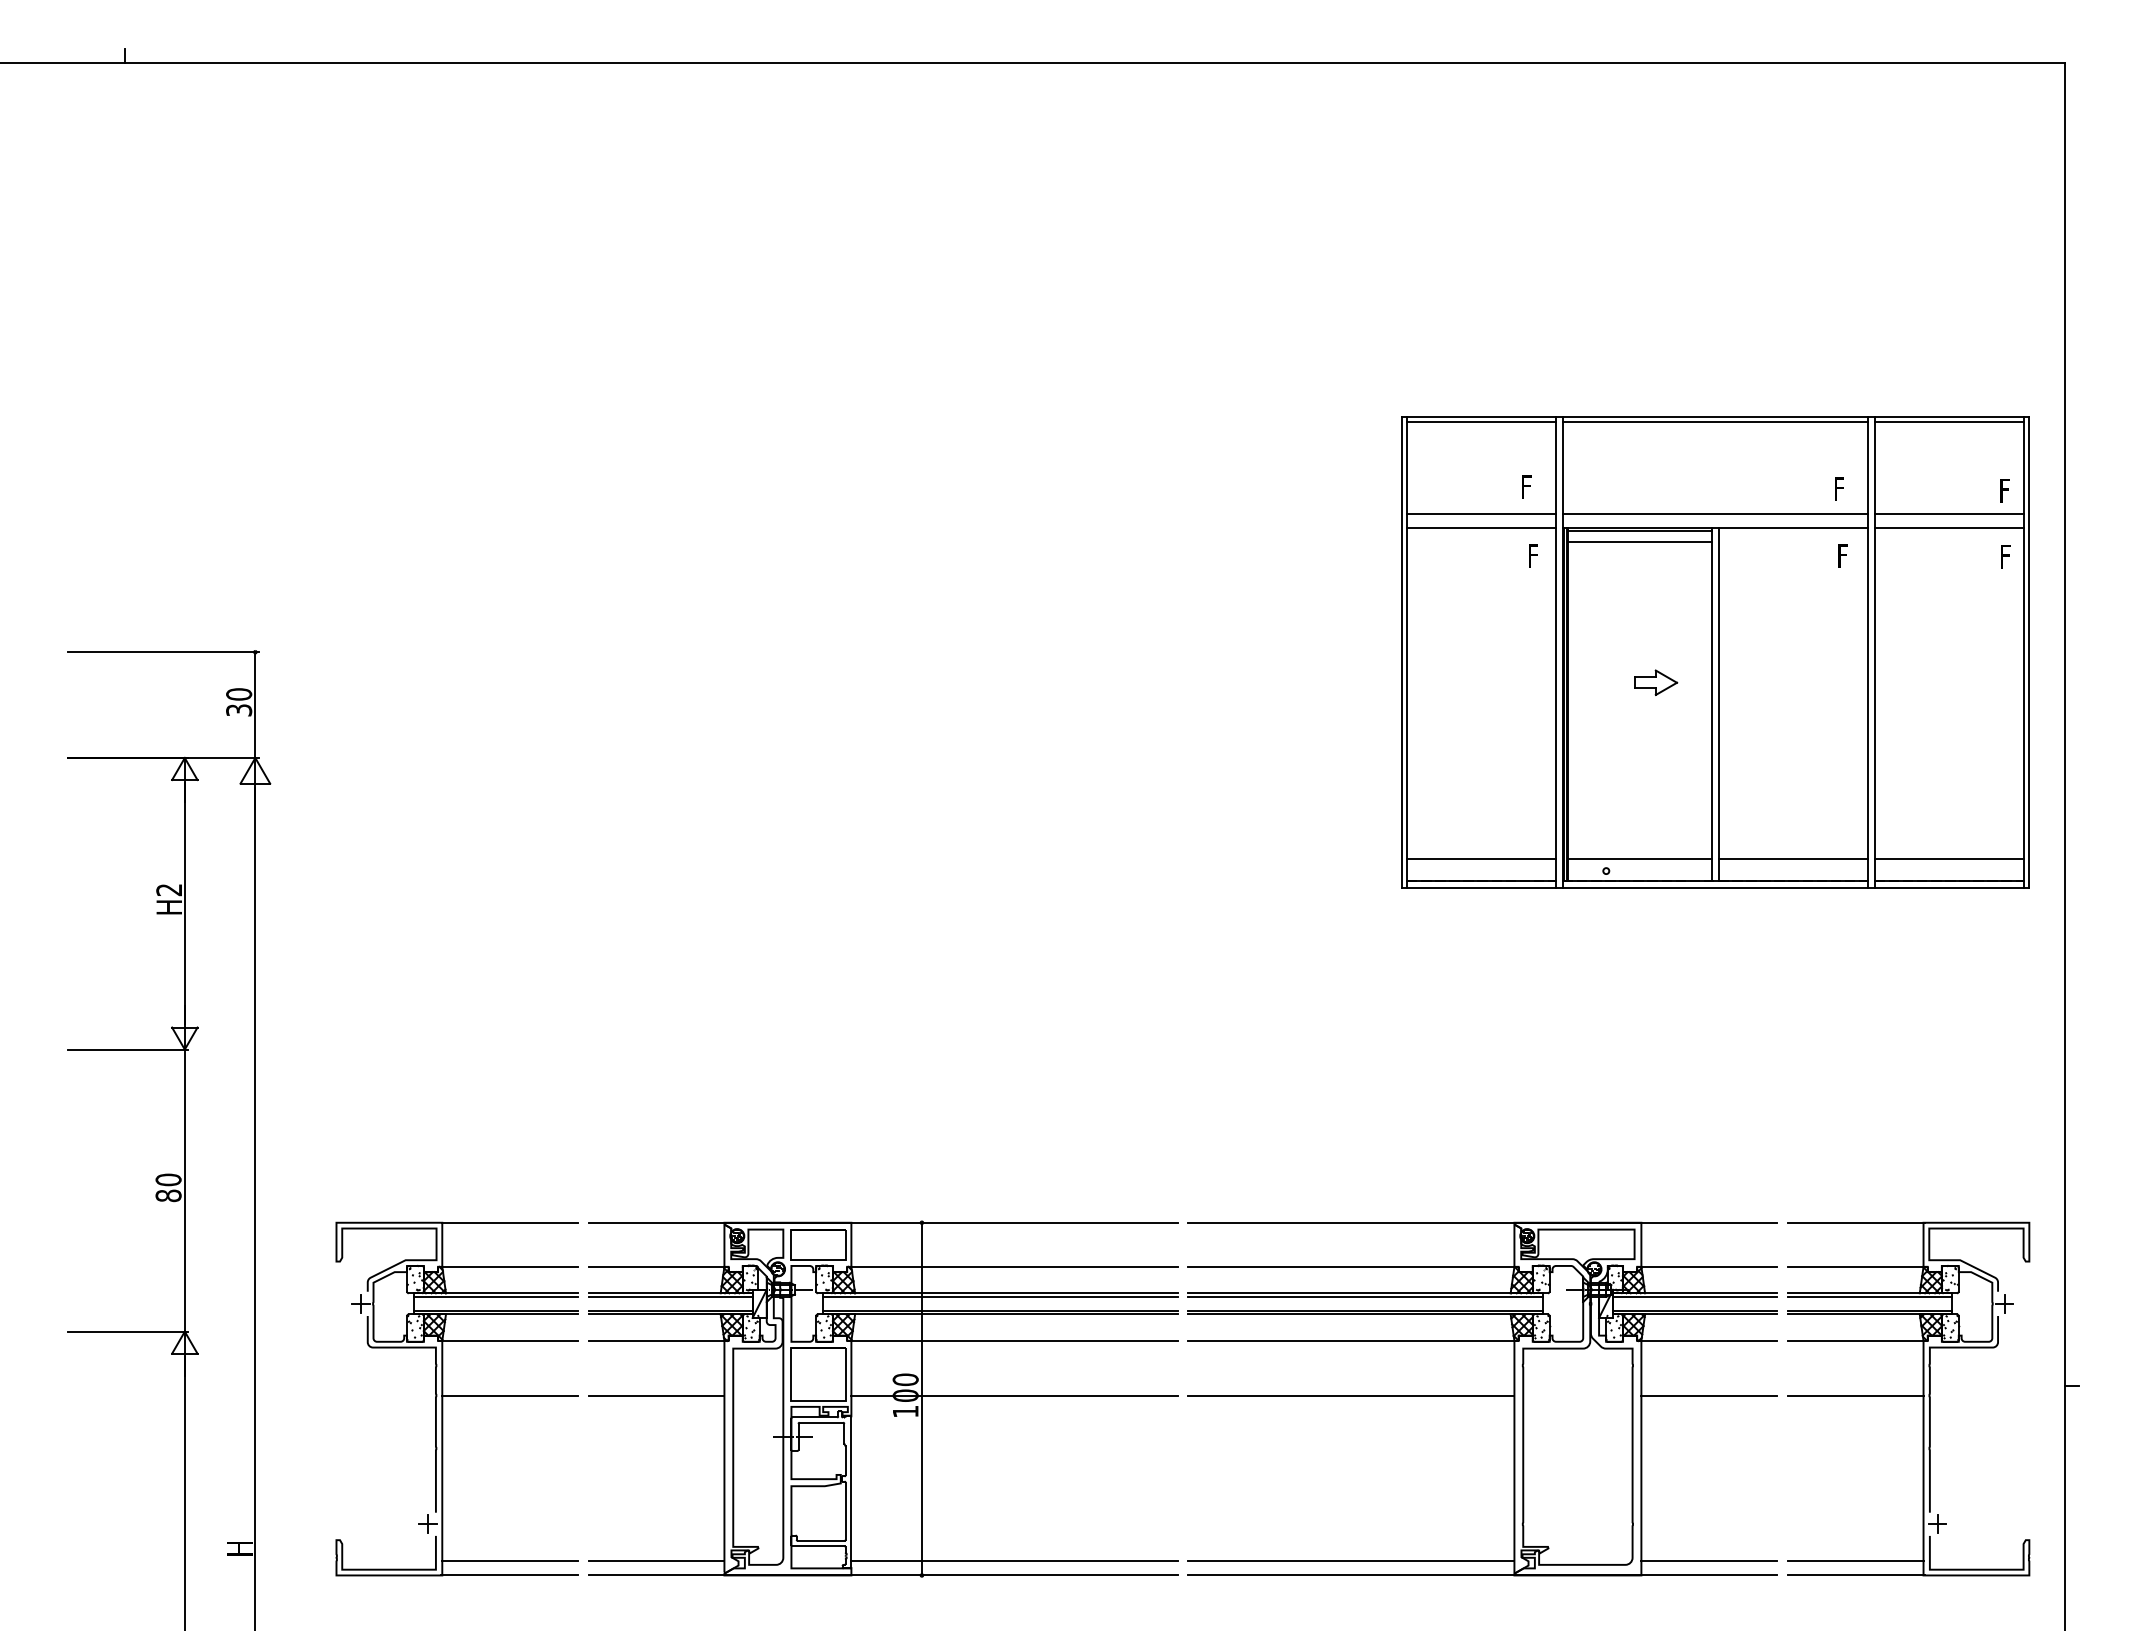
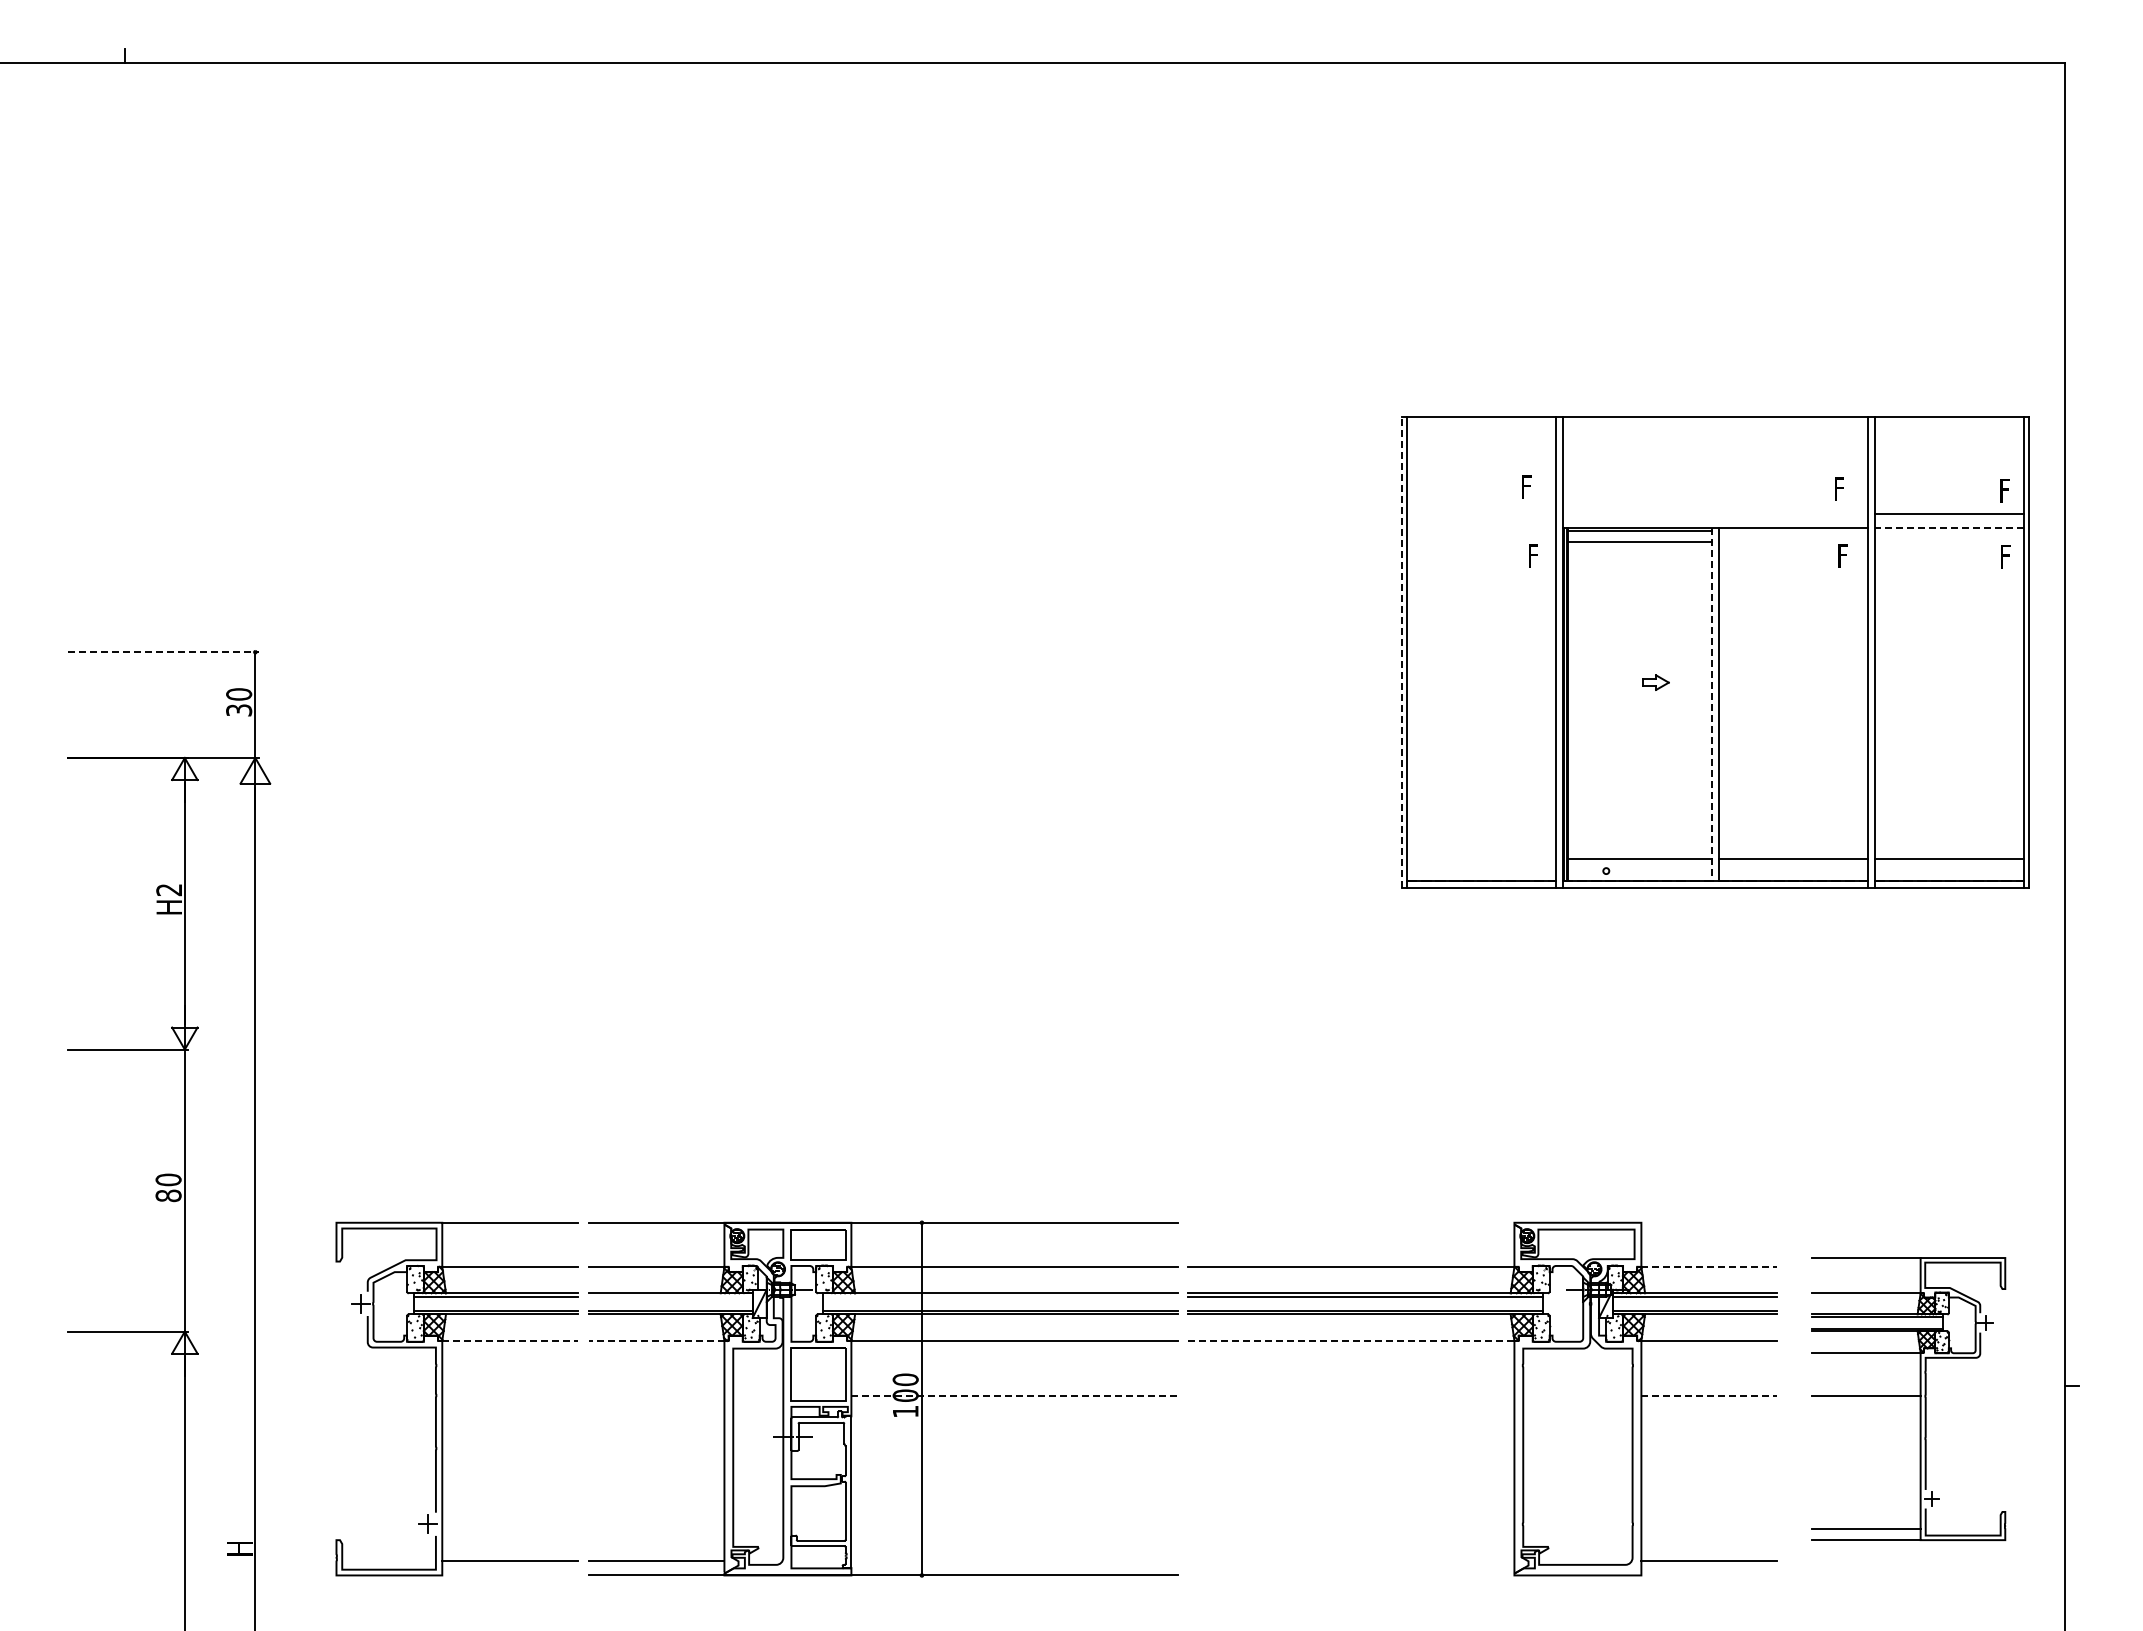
line at (1481, 422): present -> none
line at (1715, 422): present -> none
line at (1949, 422): present -> none
line at (1481, 513): present -> none
line at (1715, 513): present -> none
line at (1481, 527): present -> none
line at (1949, 527): solid -> dashed
line at (1401, 651): solid -> dashed
line at (164, 652): solid -> dashed
part at (1656, 682) size: 45x27 px -> 28x17 px
line at (1712, 704): solid -> dashed
line at (1481, 859): present -> none
line at (1482, 1222): present -> none
line at (1709, 1266): solid -> dashed
line at (670, 1296): present -> none
line at (1000, 1296): present -> none
line at (510, 1340): solid -> dashed
line at (656, 1340): solid -> dashed
line at (1352, 1340): solid -> dashed
line at (510, 1395): present -> none
line at (656, 1395): present -> none
line at (1015, 1395): solid -> dashed
line at (1351, 1395): present -> none
line at (1709, 1395): solid -> dashed
part at (1908, 1398) size: 244x356 px -> 196x284 px
line at (1014, 1561): present -> none
line at (1351, 1561): present -> none
line at (509, 1575): present -> none
line at (1482, 1575): present -> none
